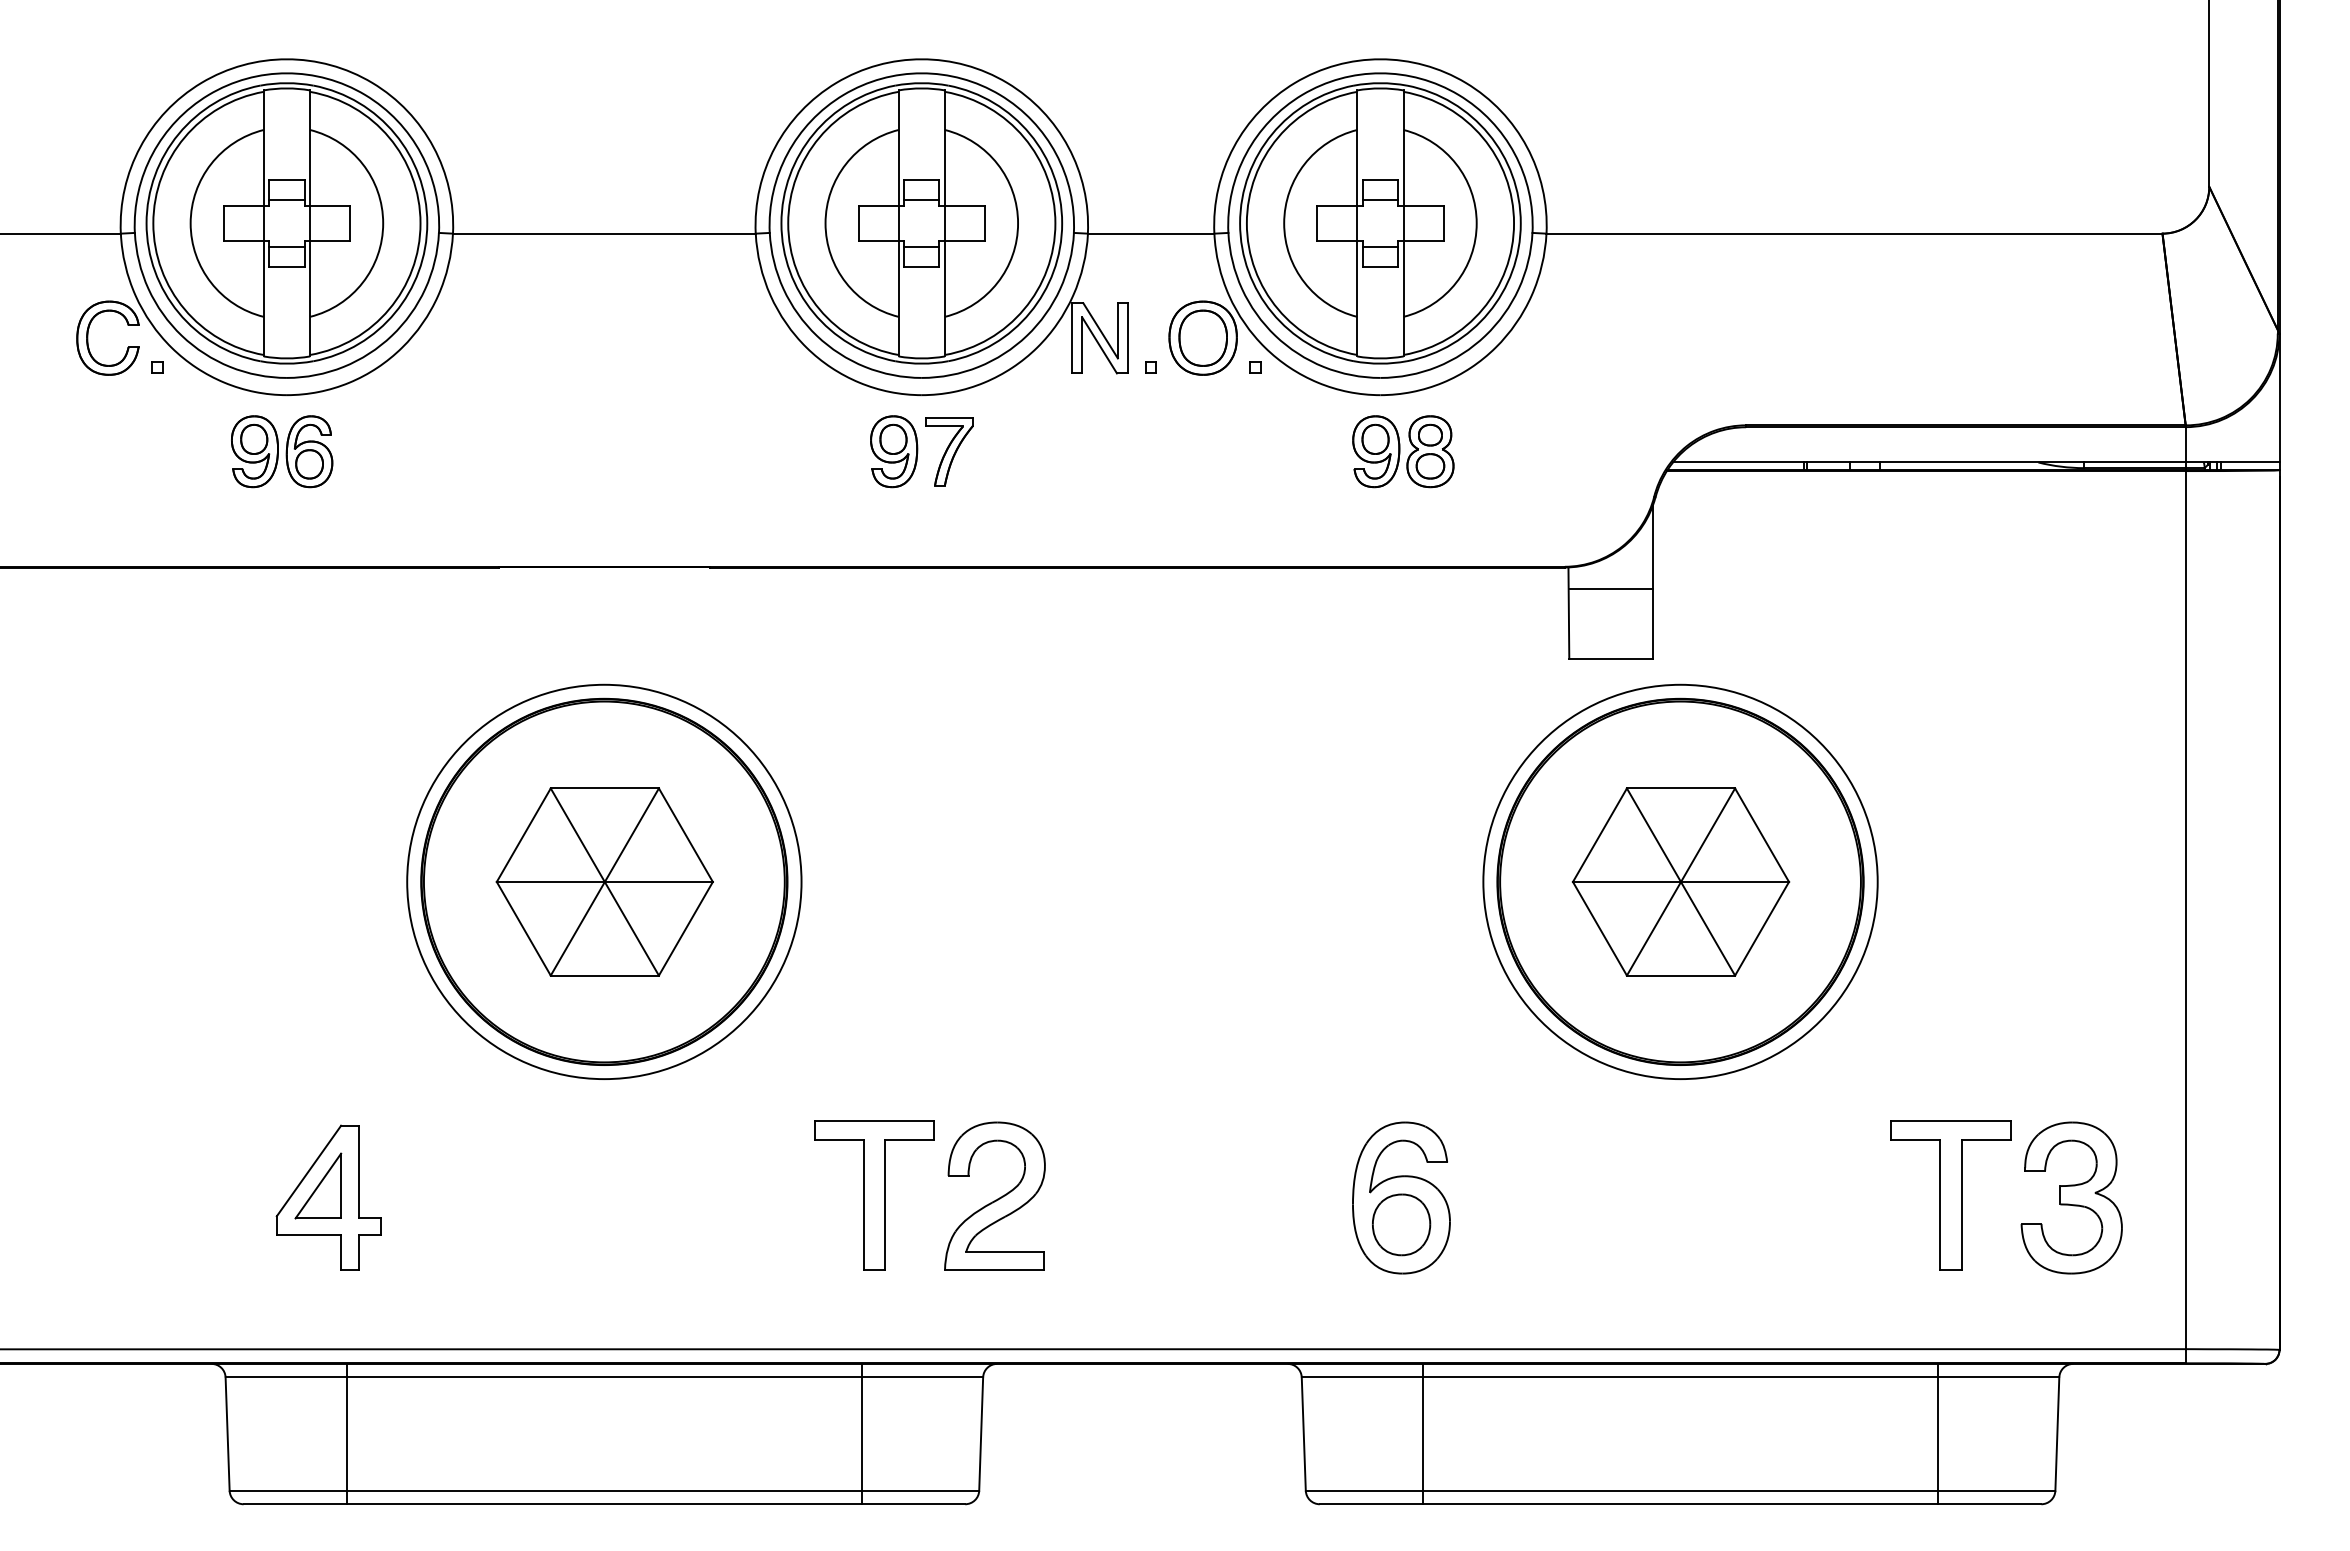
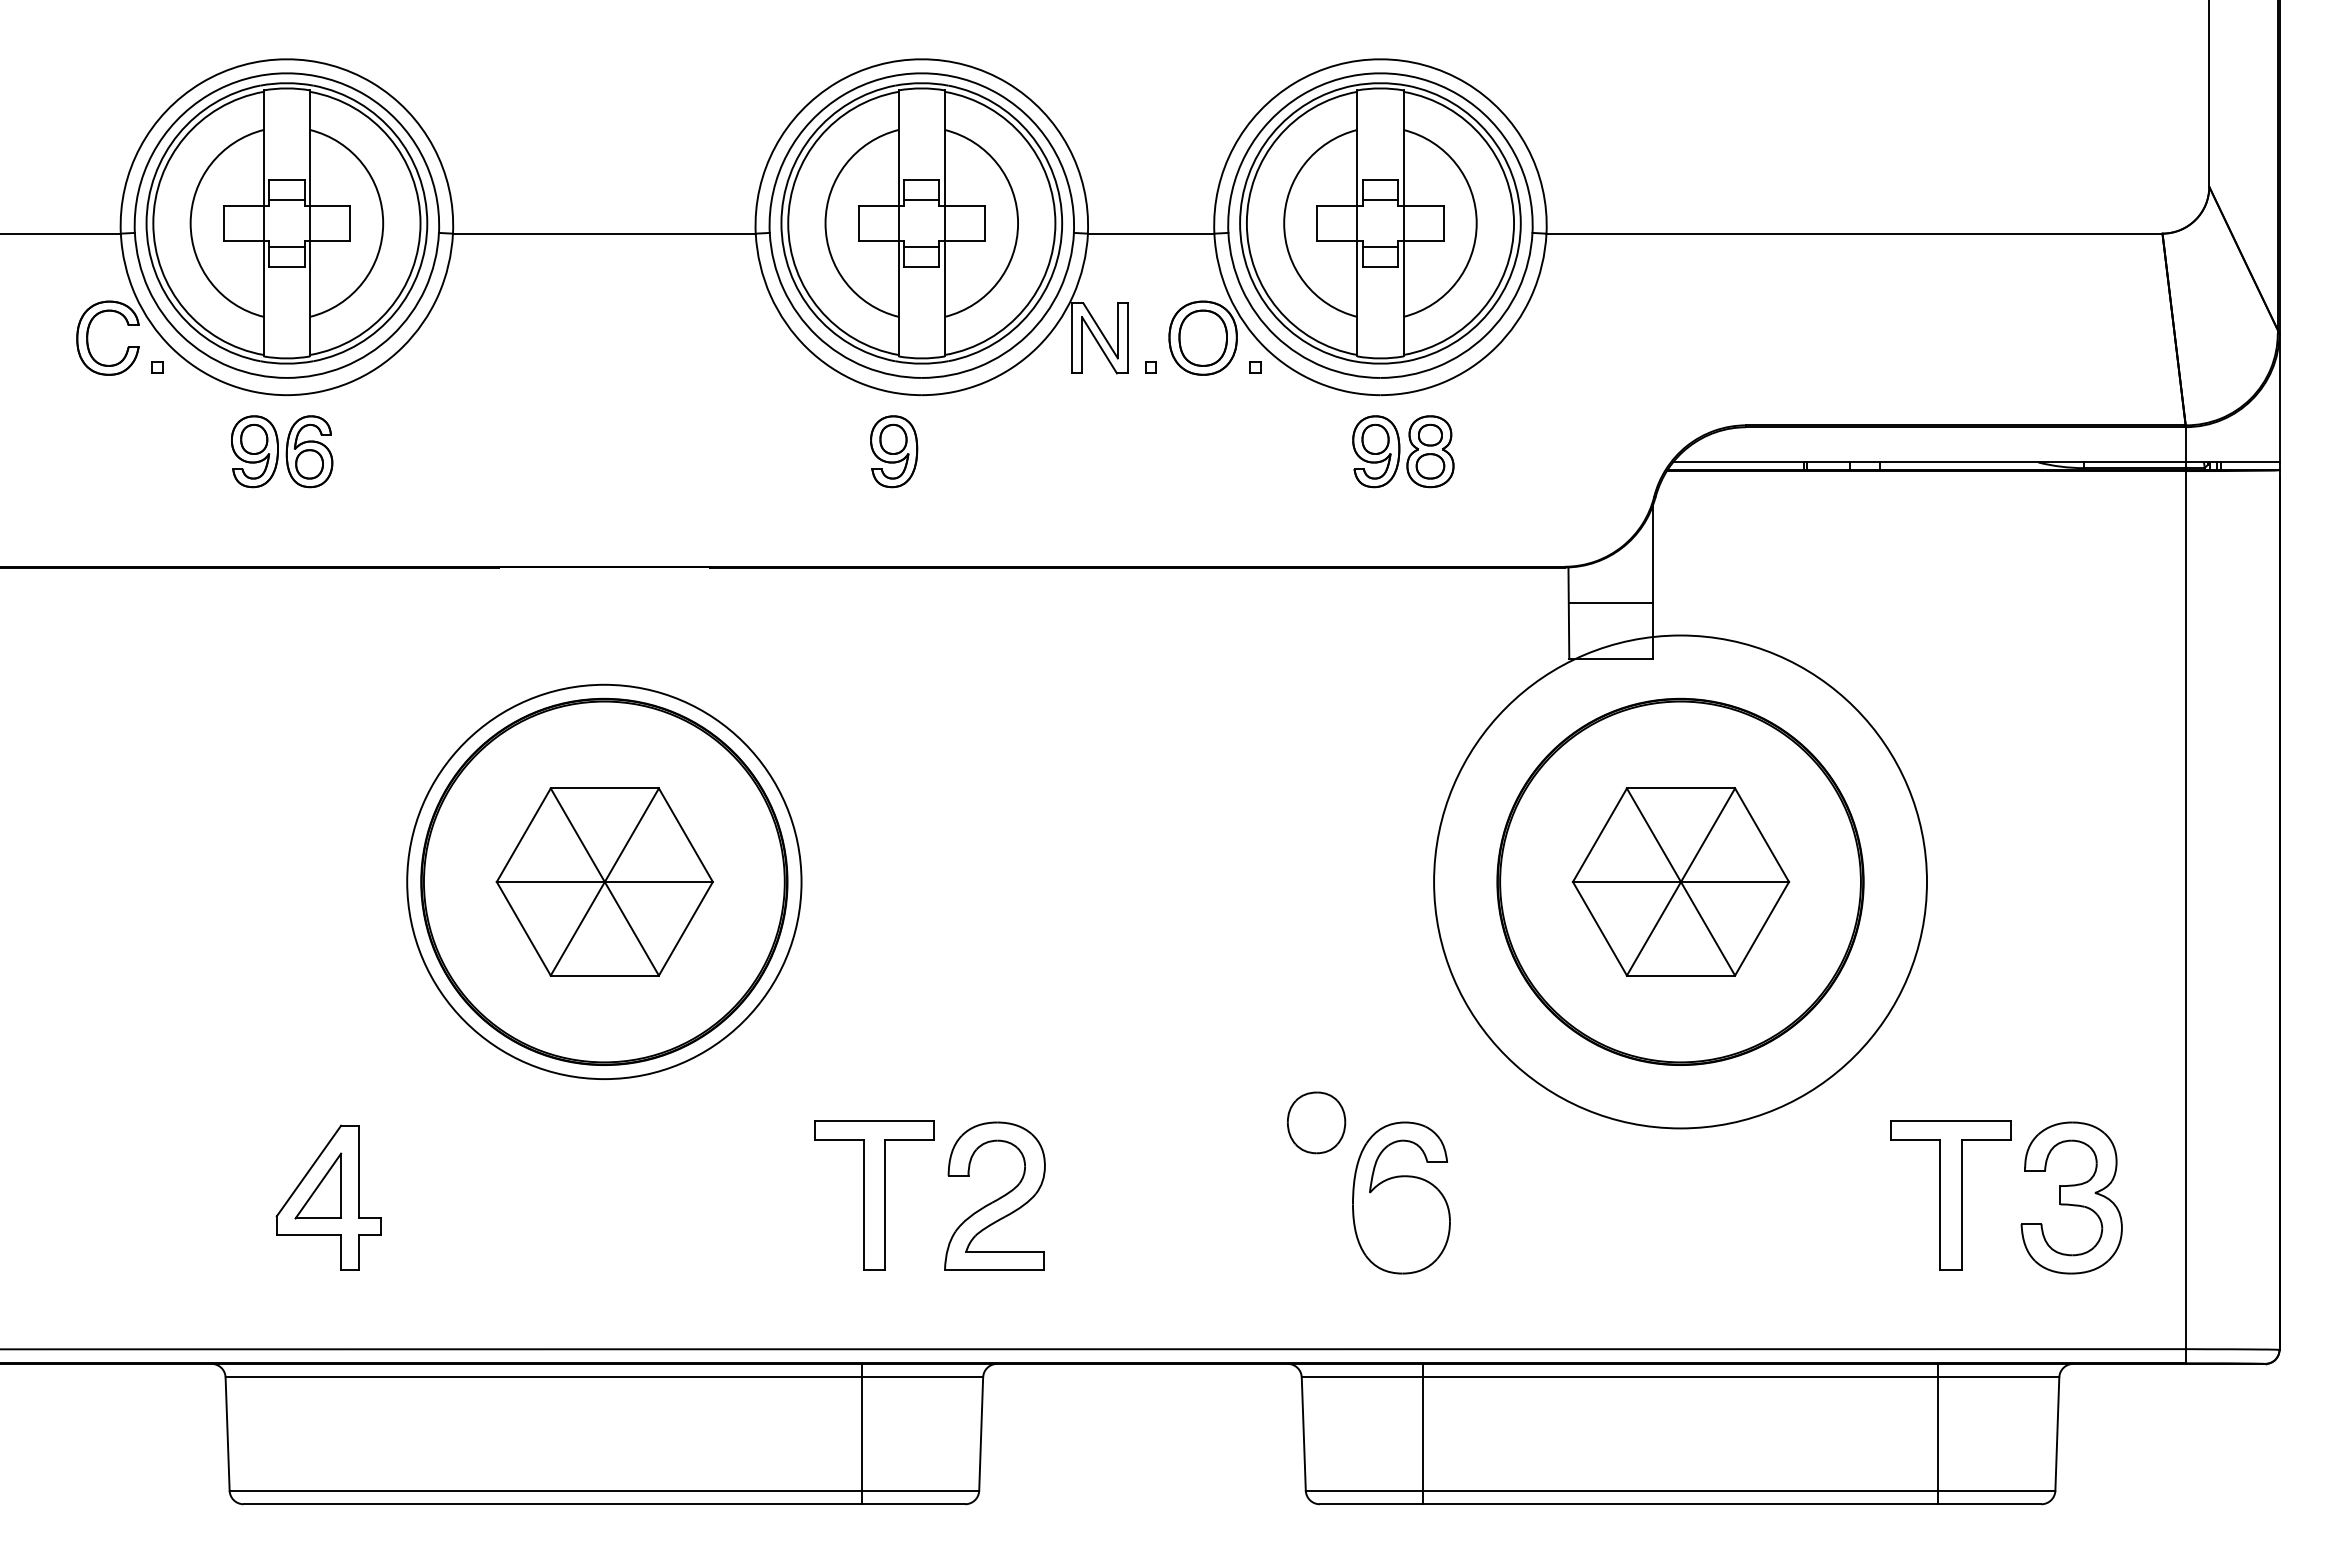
part at (949, 451): present -> none
line at (1610, 588) position: (1610, 588) -> (1610, 602)
circle at (1680, 881) diameter: 394 px -> 493 px
part at (1401, 1224) position: (1401, 1224) -> (1316, 1122)
line at (347, 1433): present -> none
